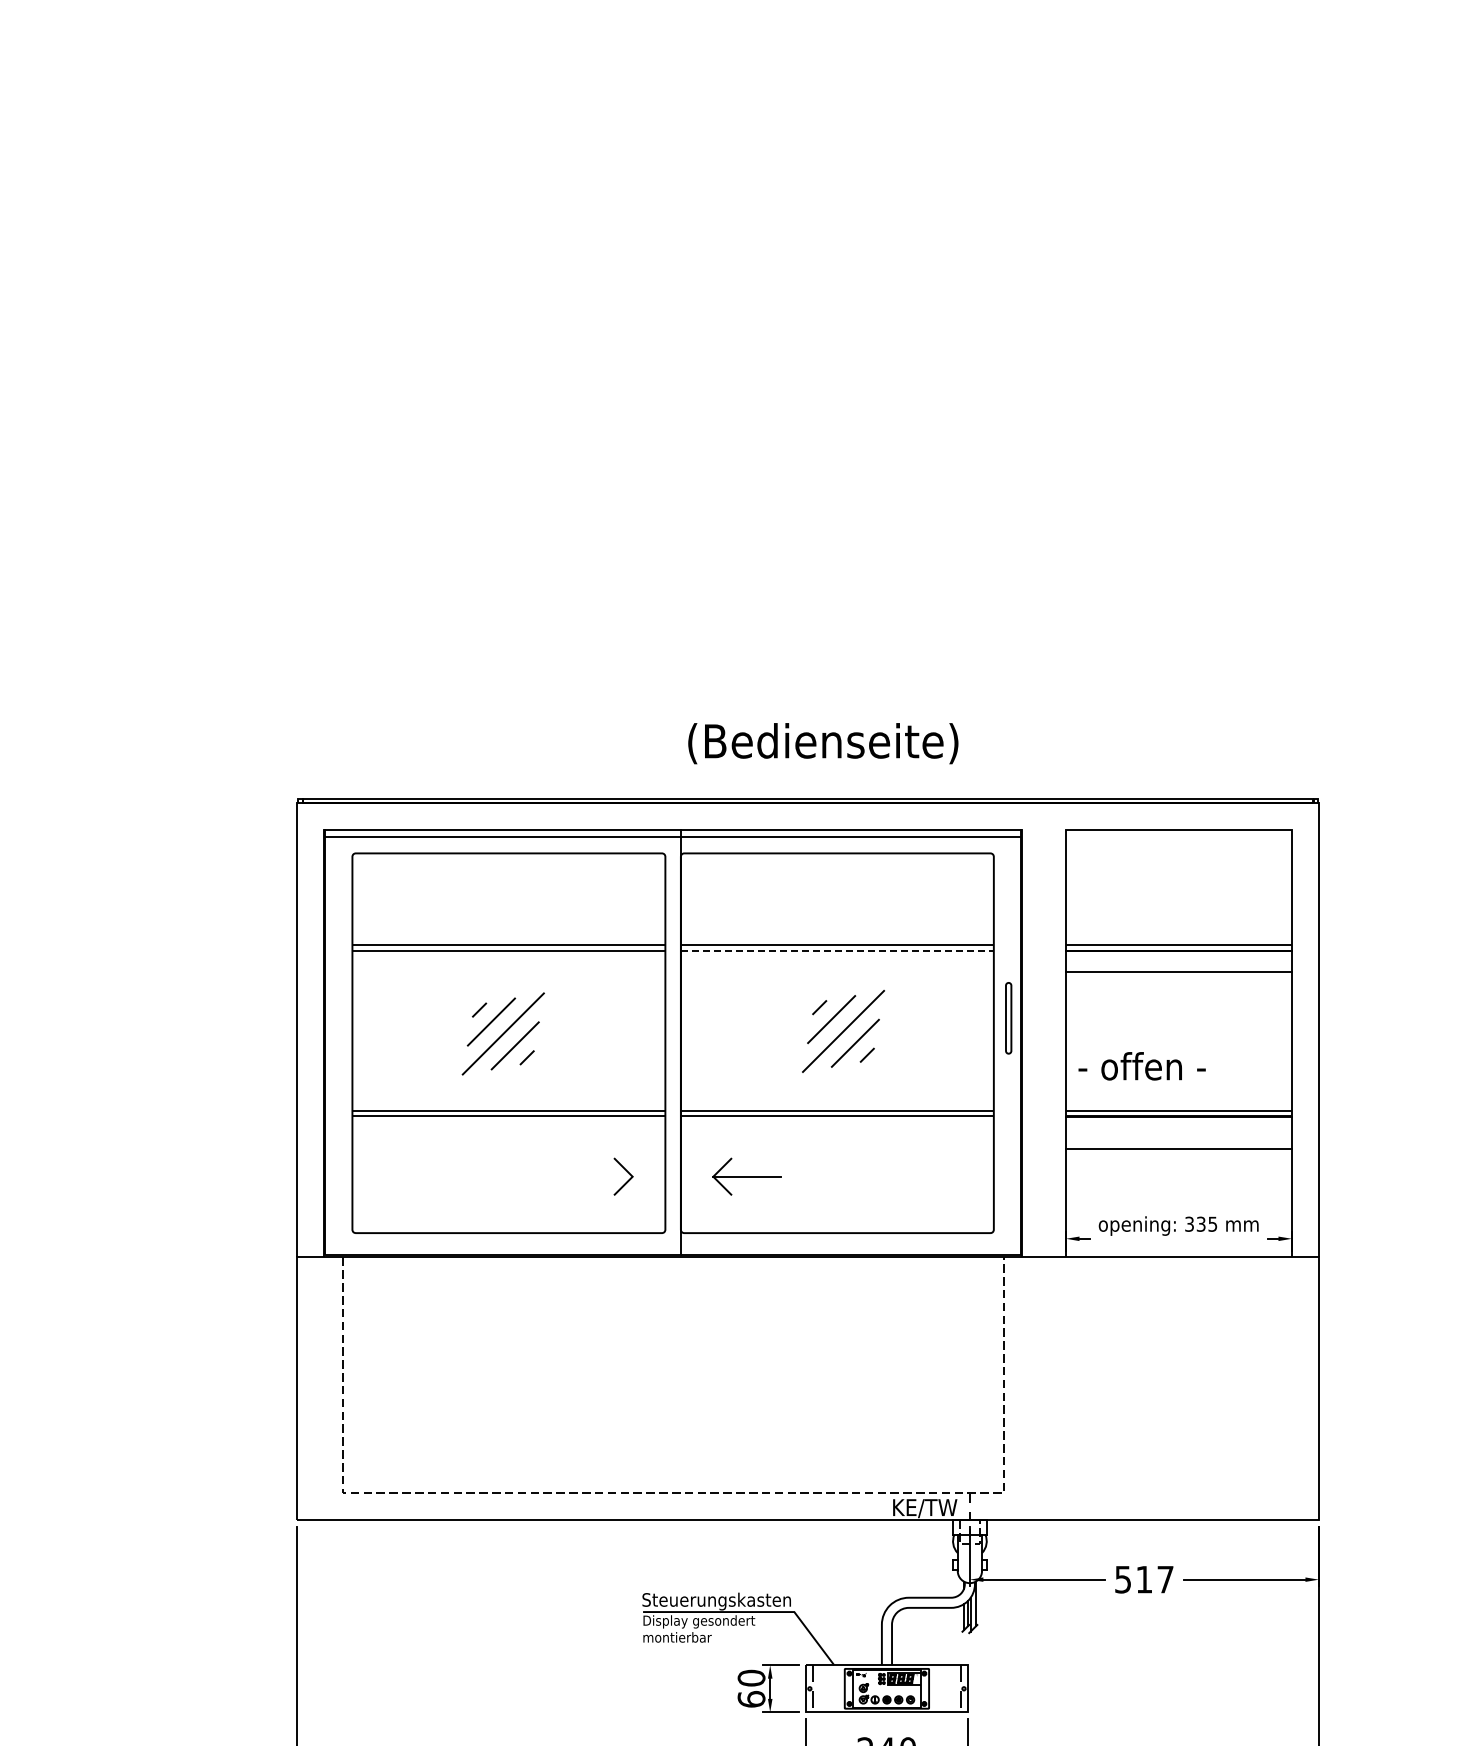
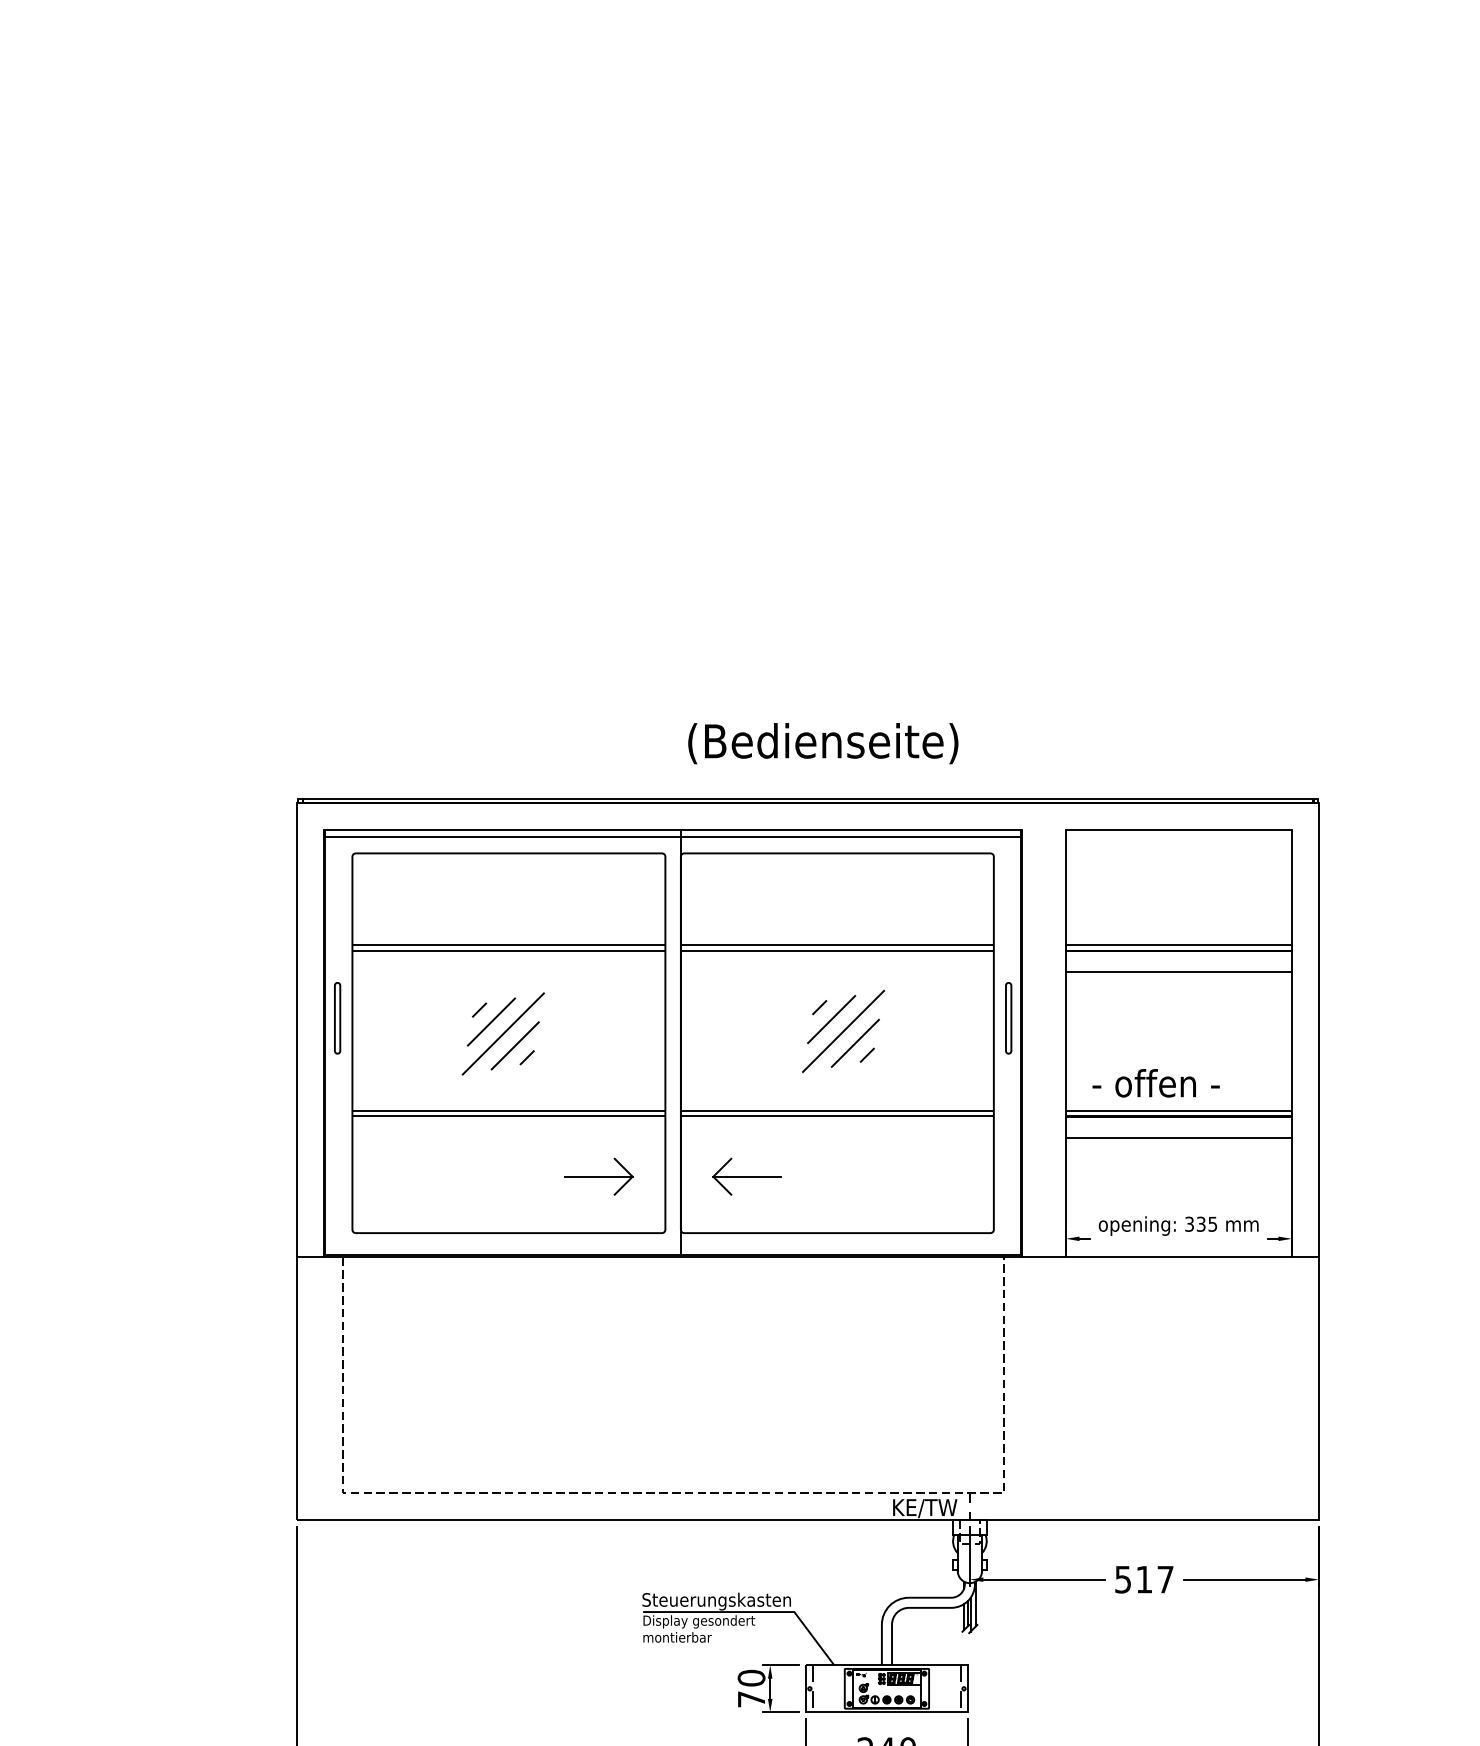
line at (837, 950): dashed -> solid
part at (337, 1018): none -> present
text at (1141, 1066) position: (1141, 1066) -> (1155, 1083)
line at (1178, 1149) position: (1178, 1149) -> (1178, 1138)
line at (598, 1176): none -> present
text at (751, 1698): 60 -> 70
